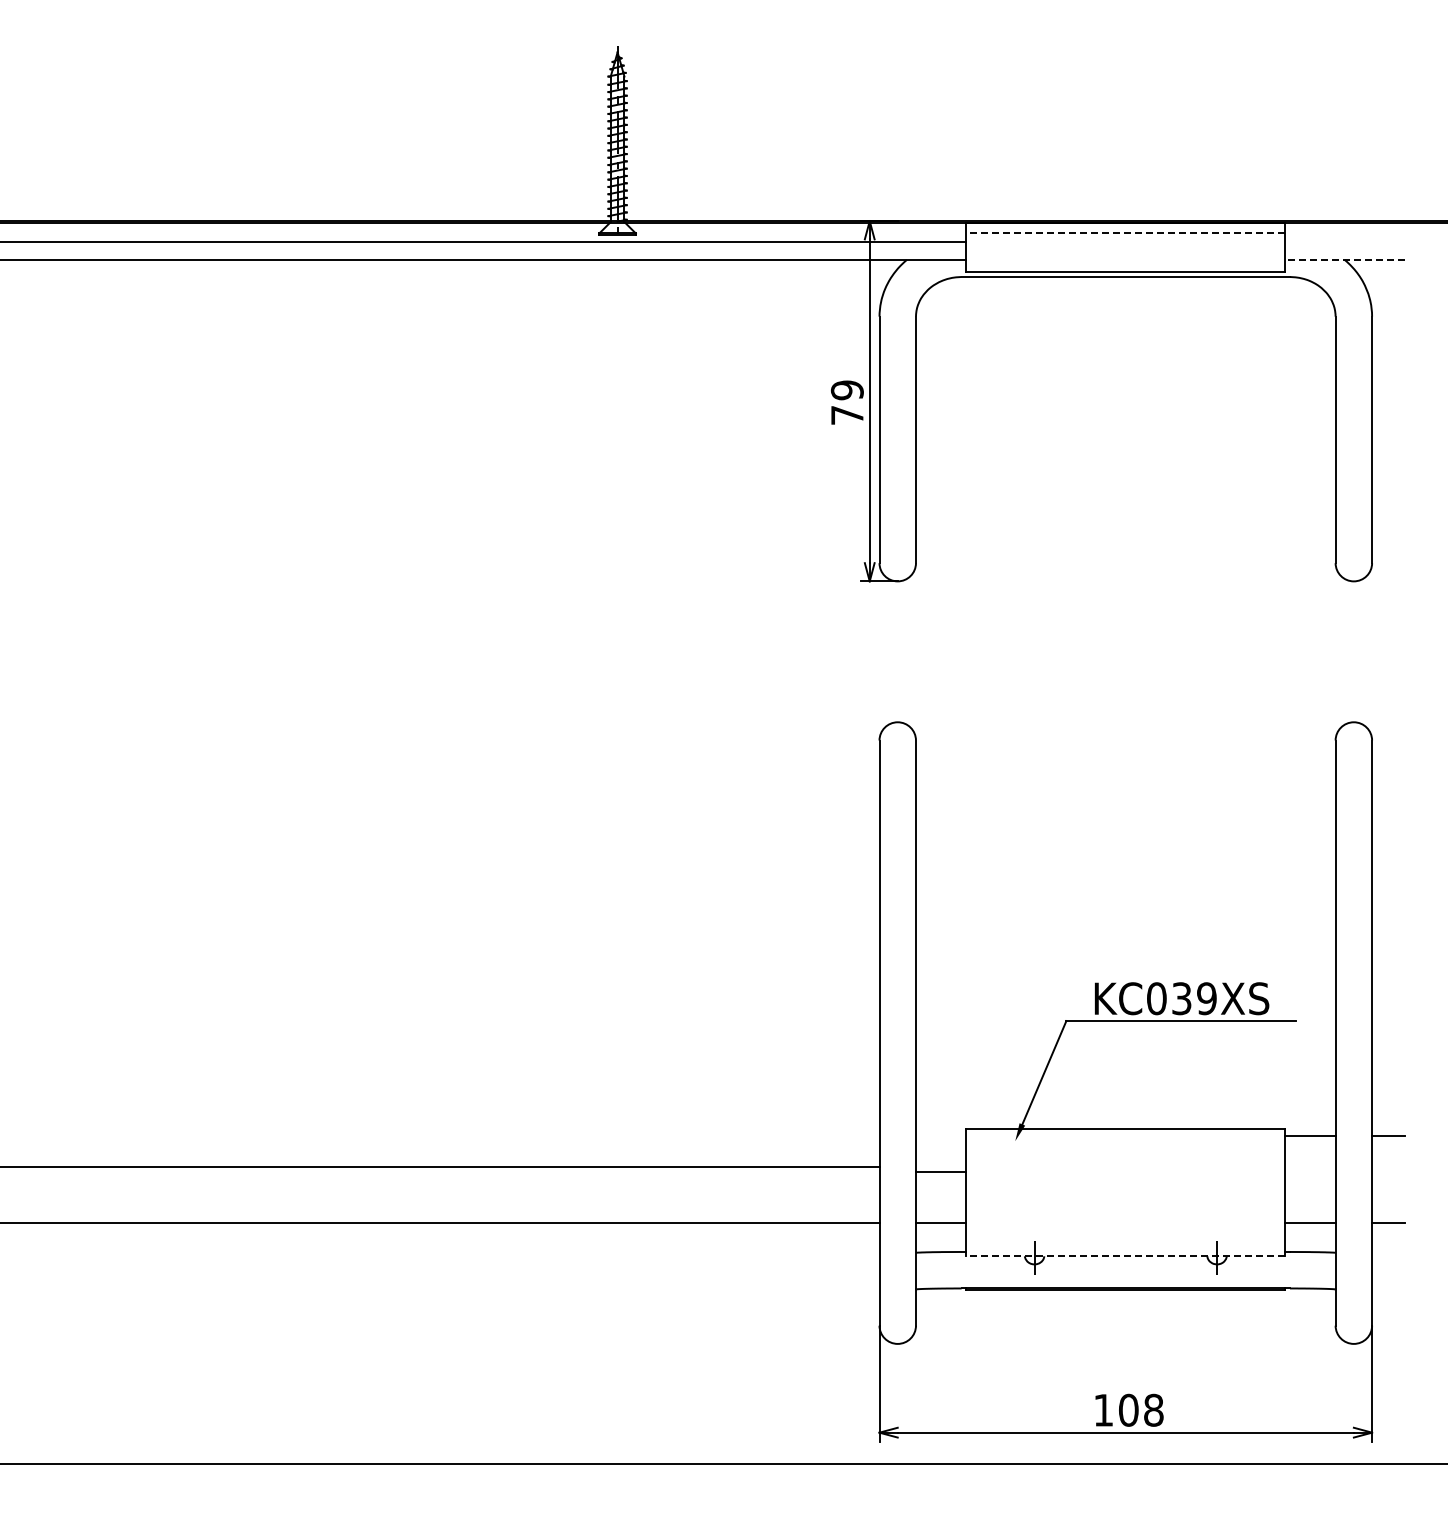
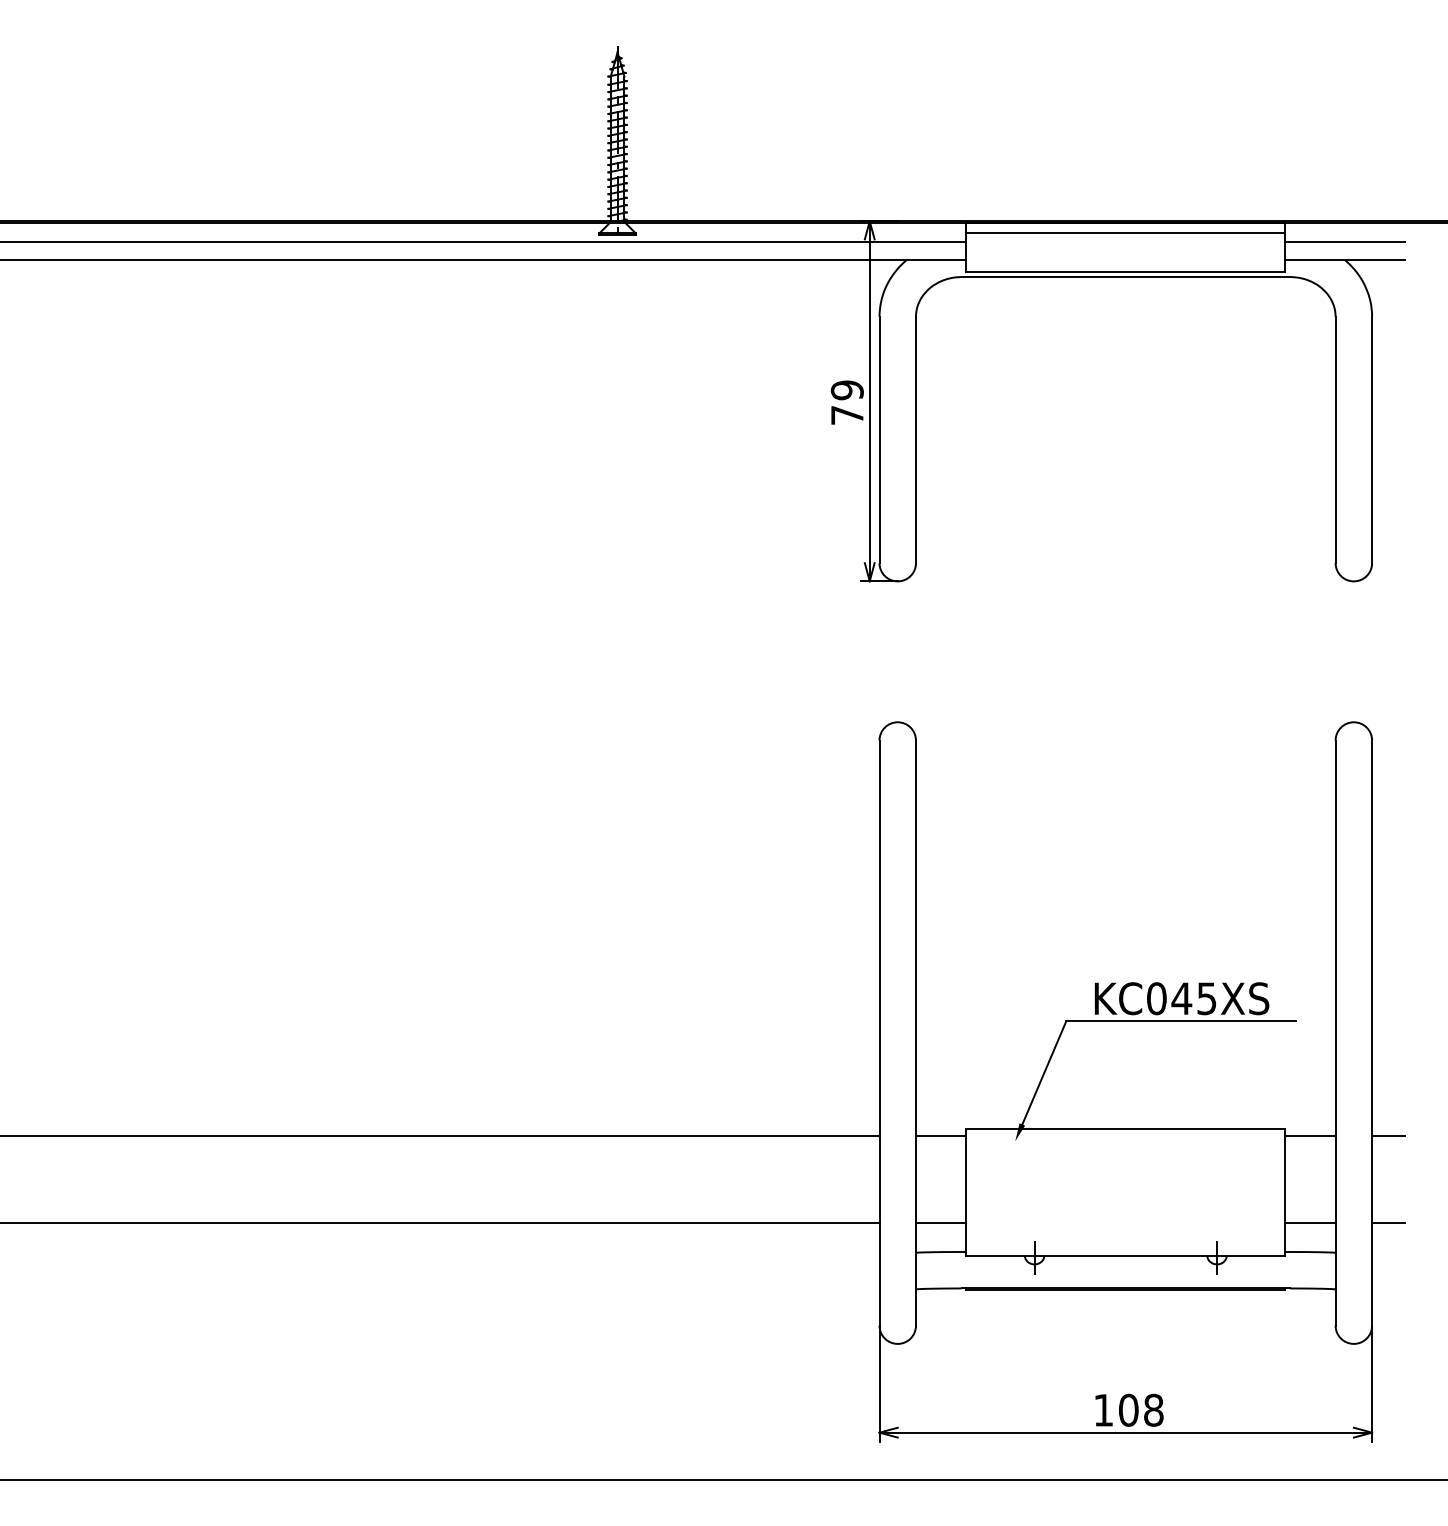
line at (1125, 232): dashed -> solid
line at (1344, 241): none -> present
line at (1344, 259): dashed -> solid
text at (1193, 998): KC039XS -> KC045XS
line at (440, 1167) position: (440, 1167) -> (440, 1136)
line at (940, 1172) position: (940, 1172) -> (940, 1136)
line at (1125, 1256): dashed -> solid
line at (723, 1464) position: (723, 1464) -> (723, 1480)
